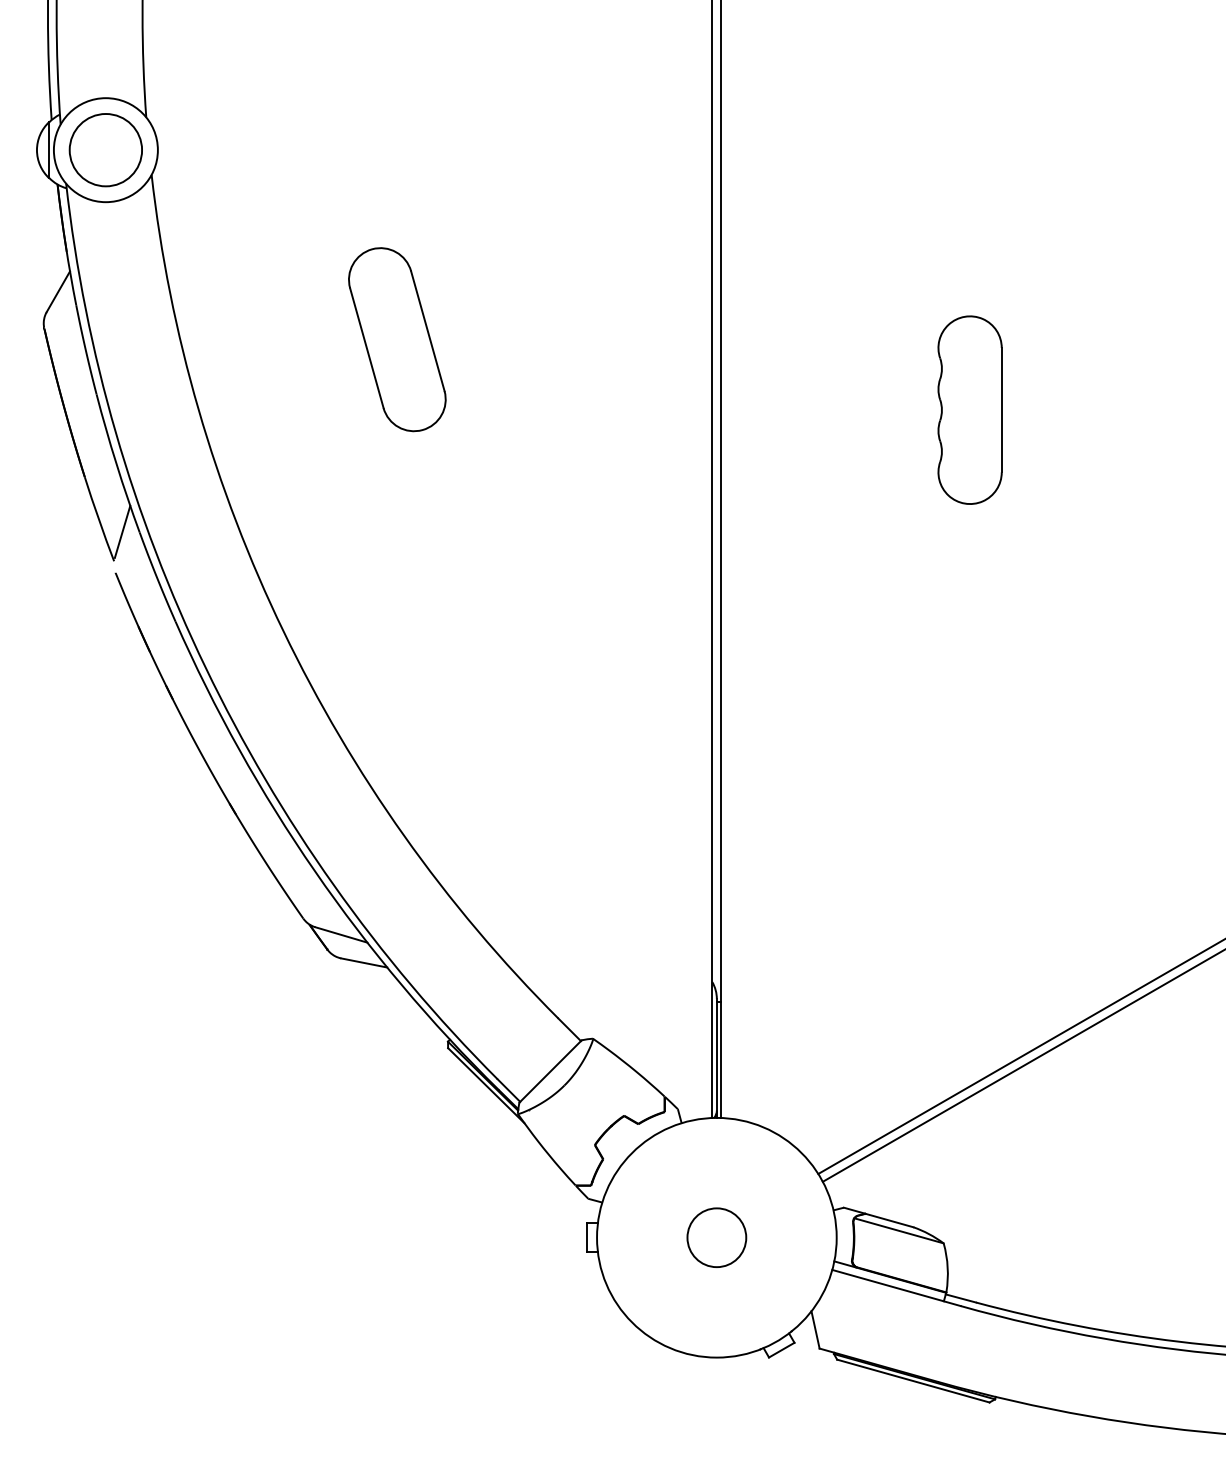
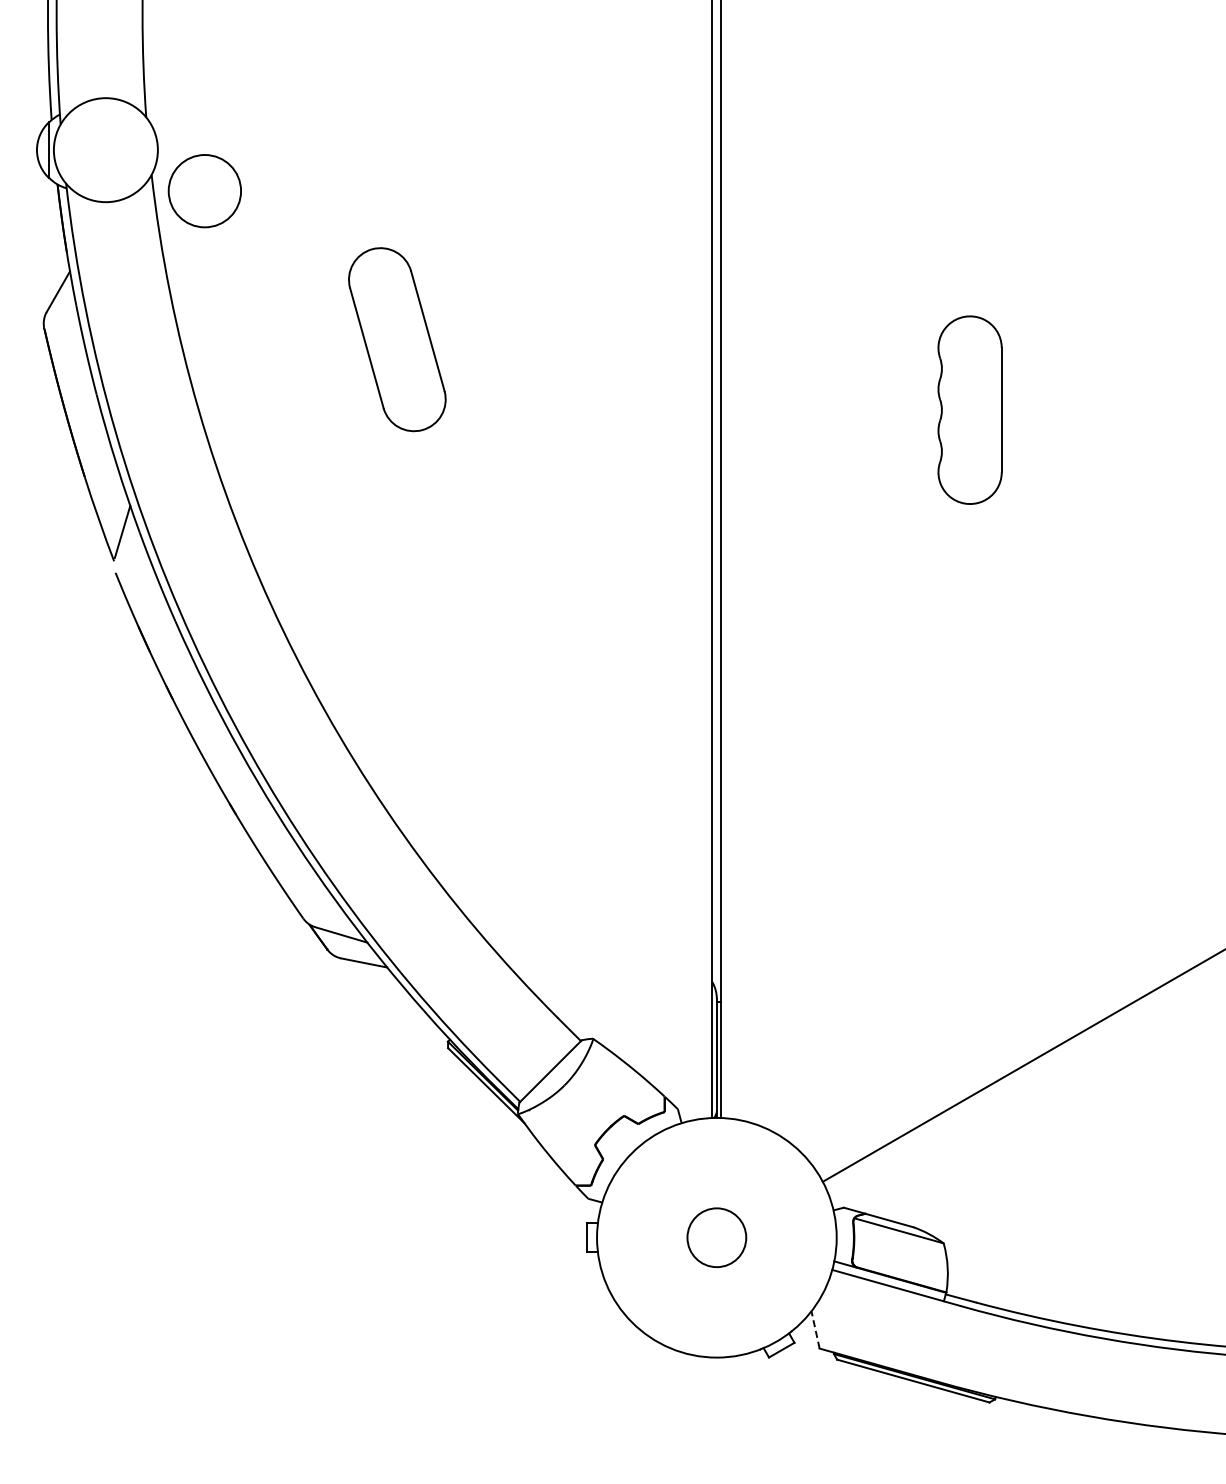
circle at (105, 150) position: (105, 150) -> (204, 191)
line at (1020, 1056): present -> none
line at (815, 1329): solid -> dashed
